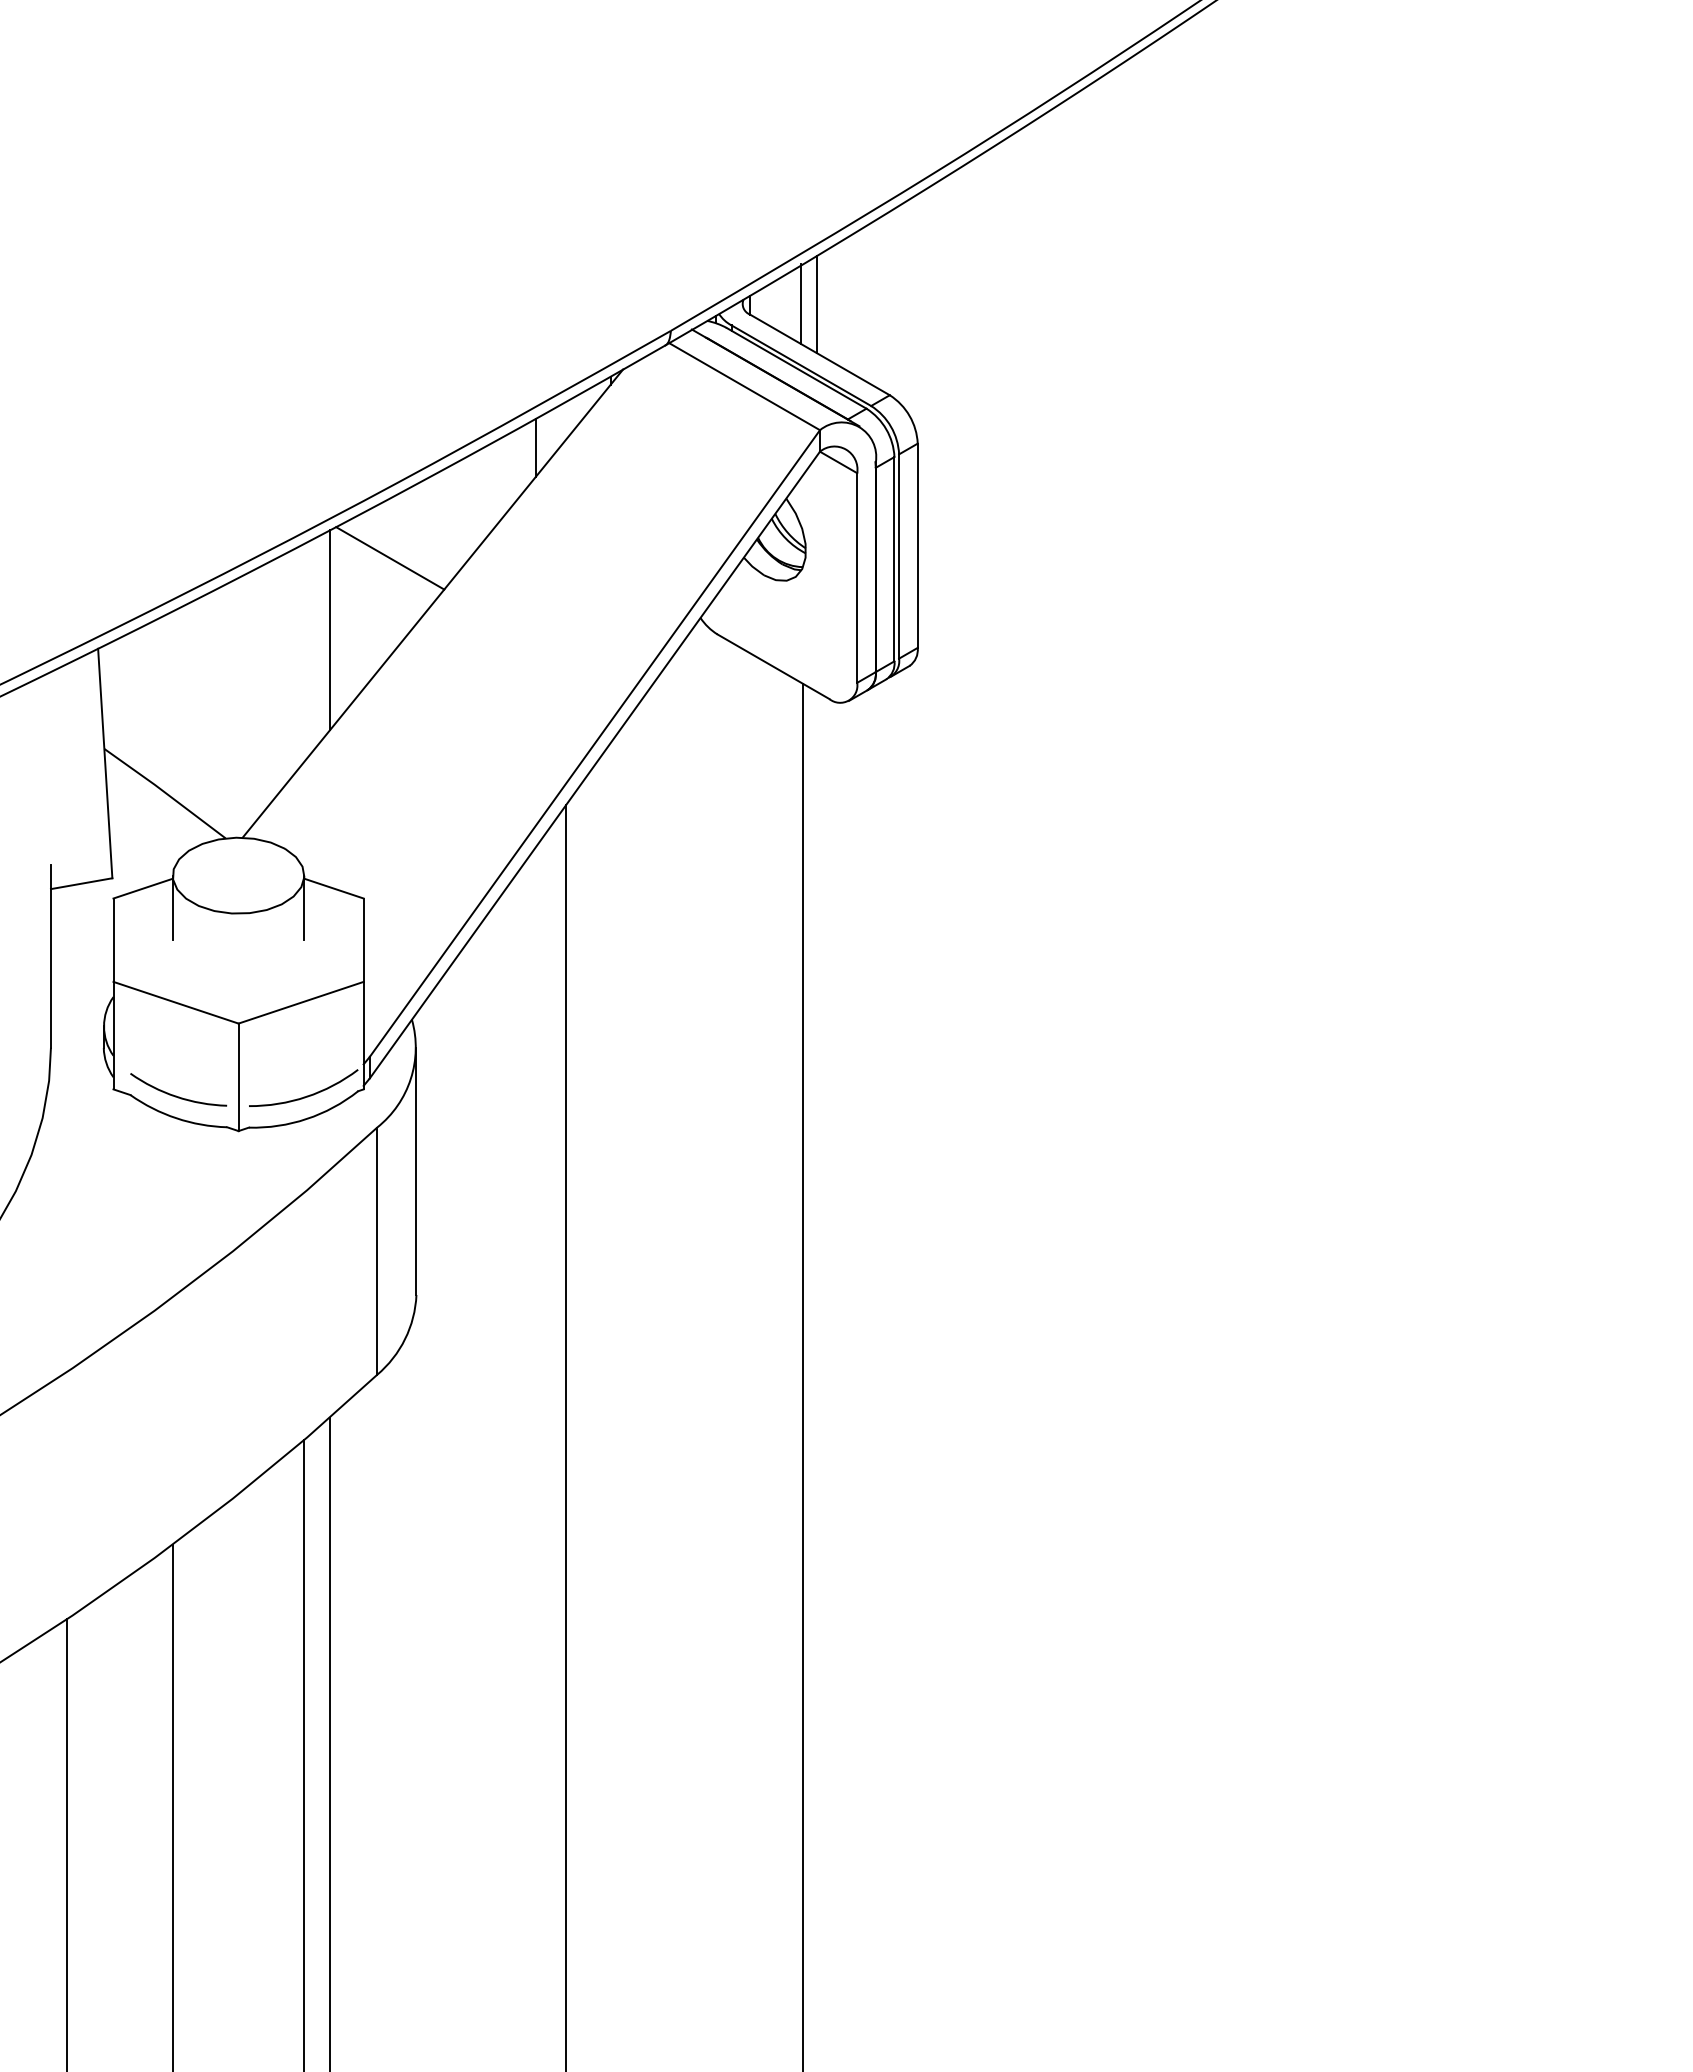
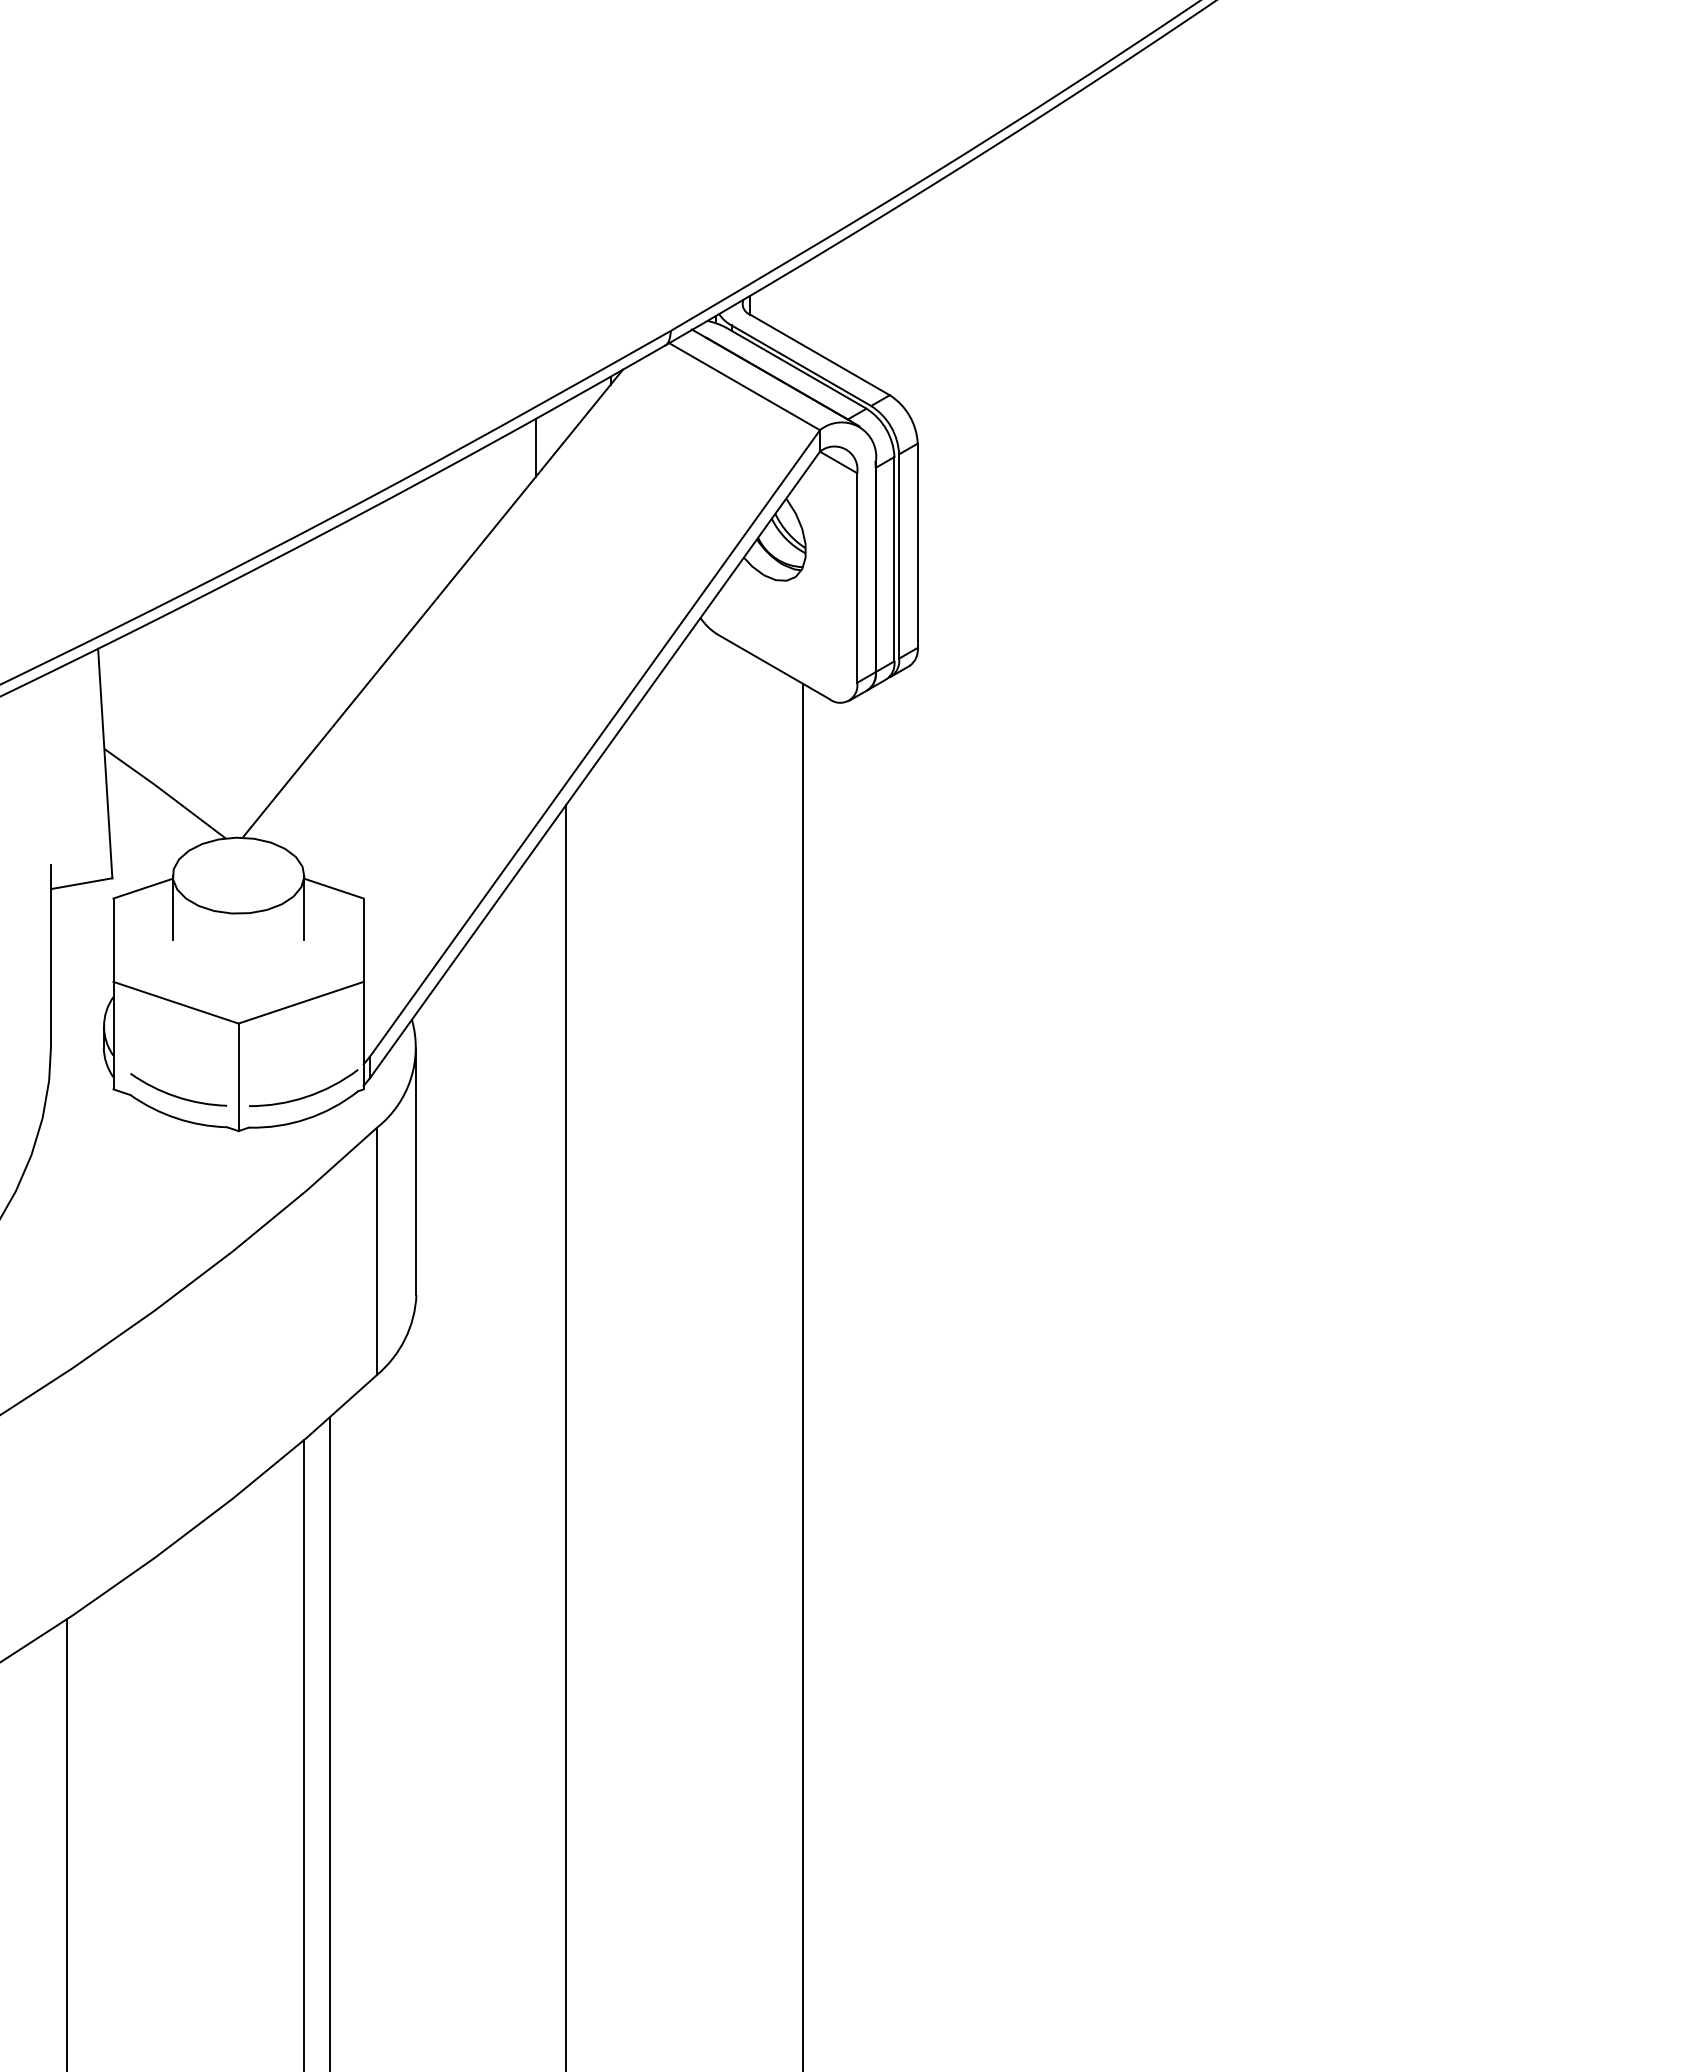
line at (801, 303): present -> none
line at (816, 304): present -> none
line at (390, 558): present -> none
line at (329, 630): present -> none
line at (172, 1806): present -> none
